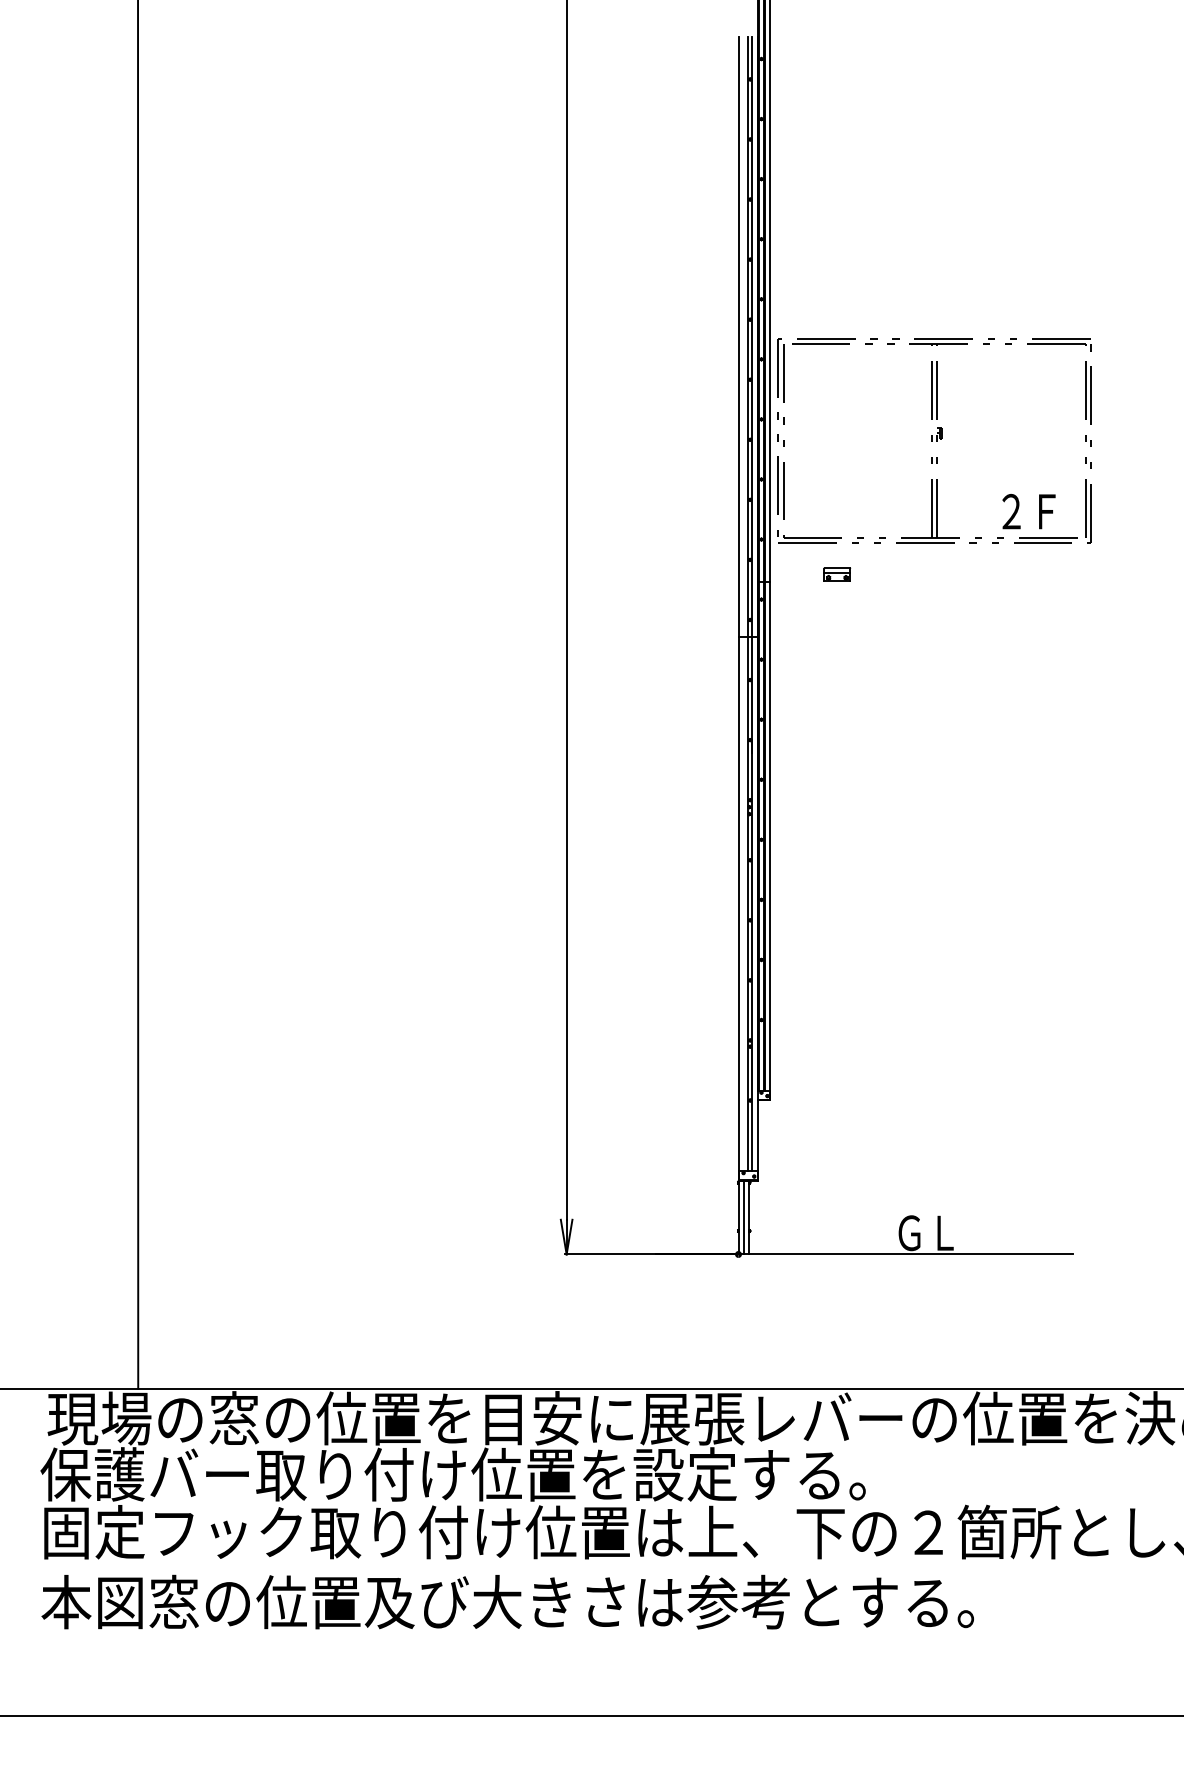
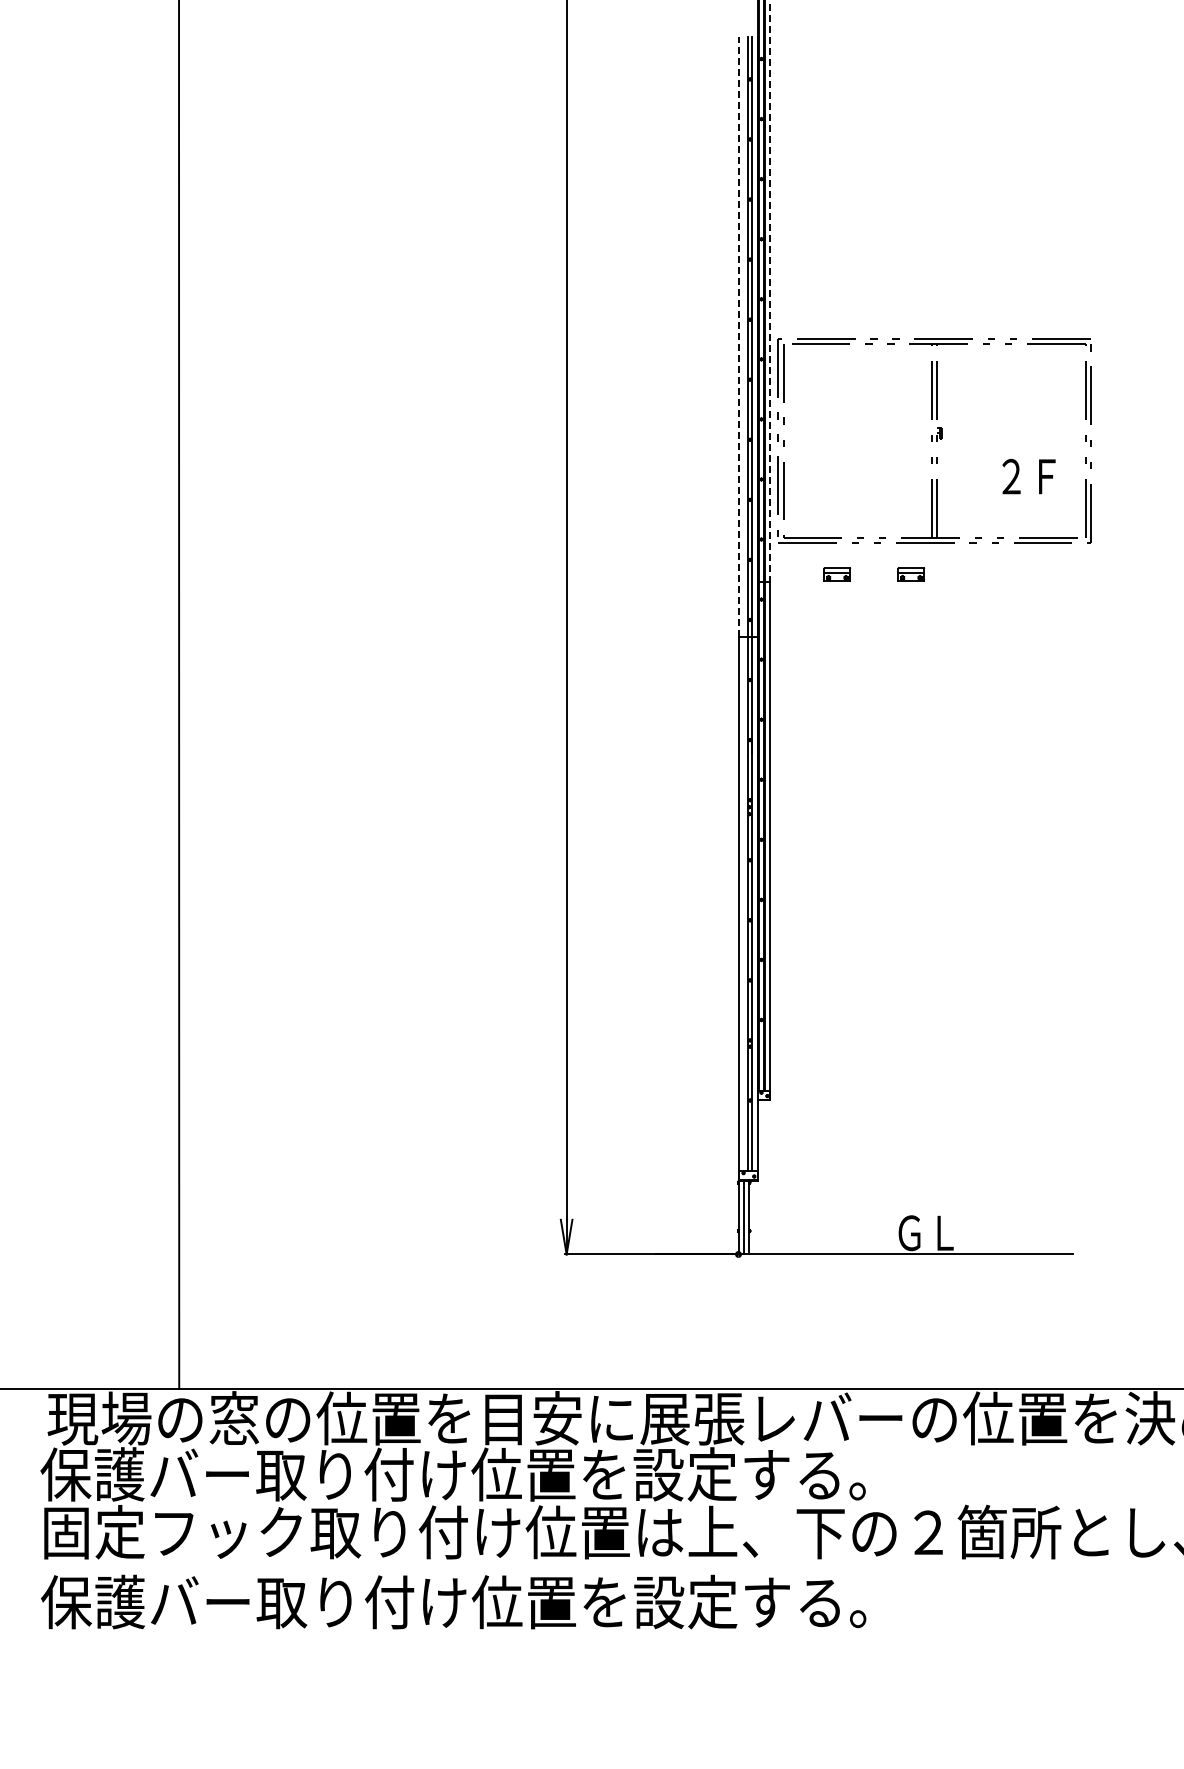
line at (770, 291): solid -> dashed
line at (739, 336): solid -> dashed
text at (1028, 511) position: (1028, 511) -> (1028, 476)
part at (911, 574): none -> present
line at (138, 695) position: (138, 695) -> (179, 695)
text at (507, 1601): 本図窓の位置及び大きさは参考とする。 -> 保護バー取り付け位置を設定する。
line at (591, 1715): present -> none
